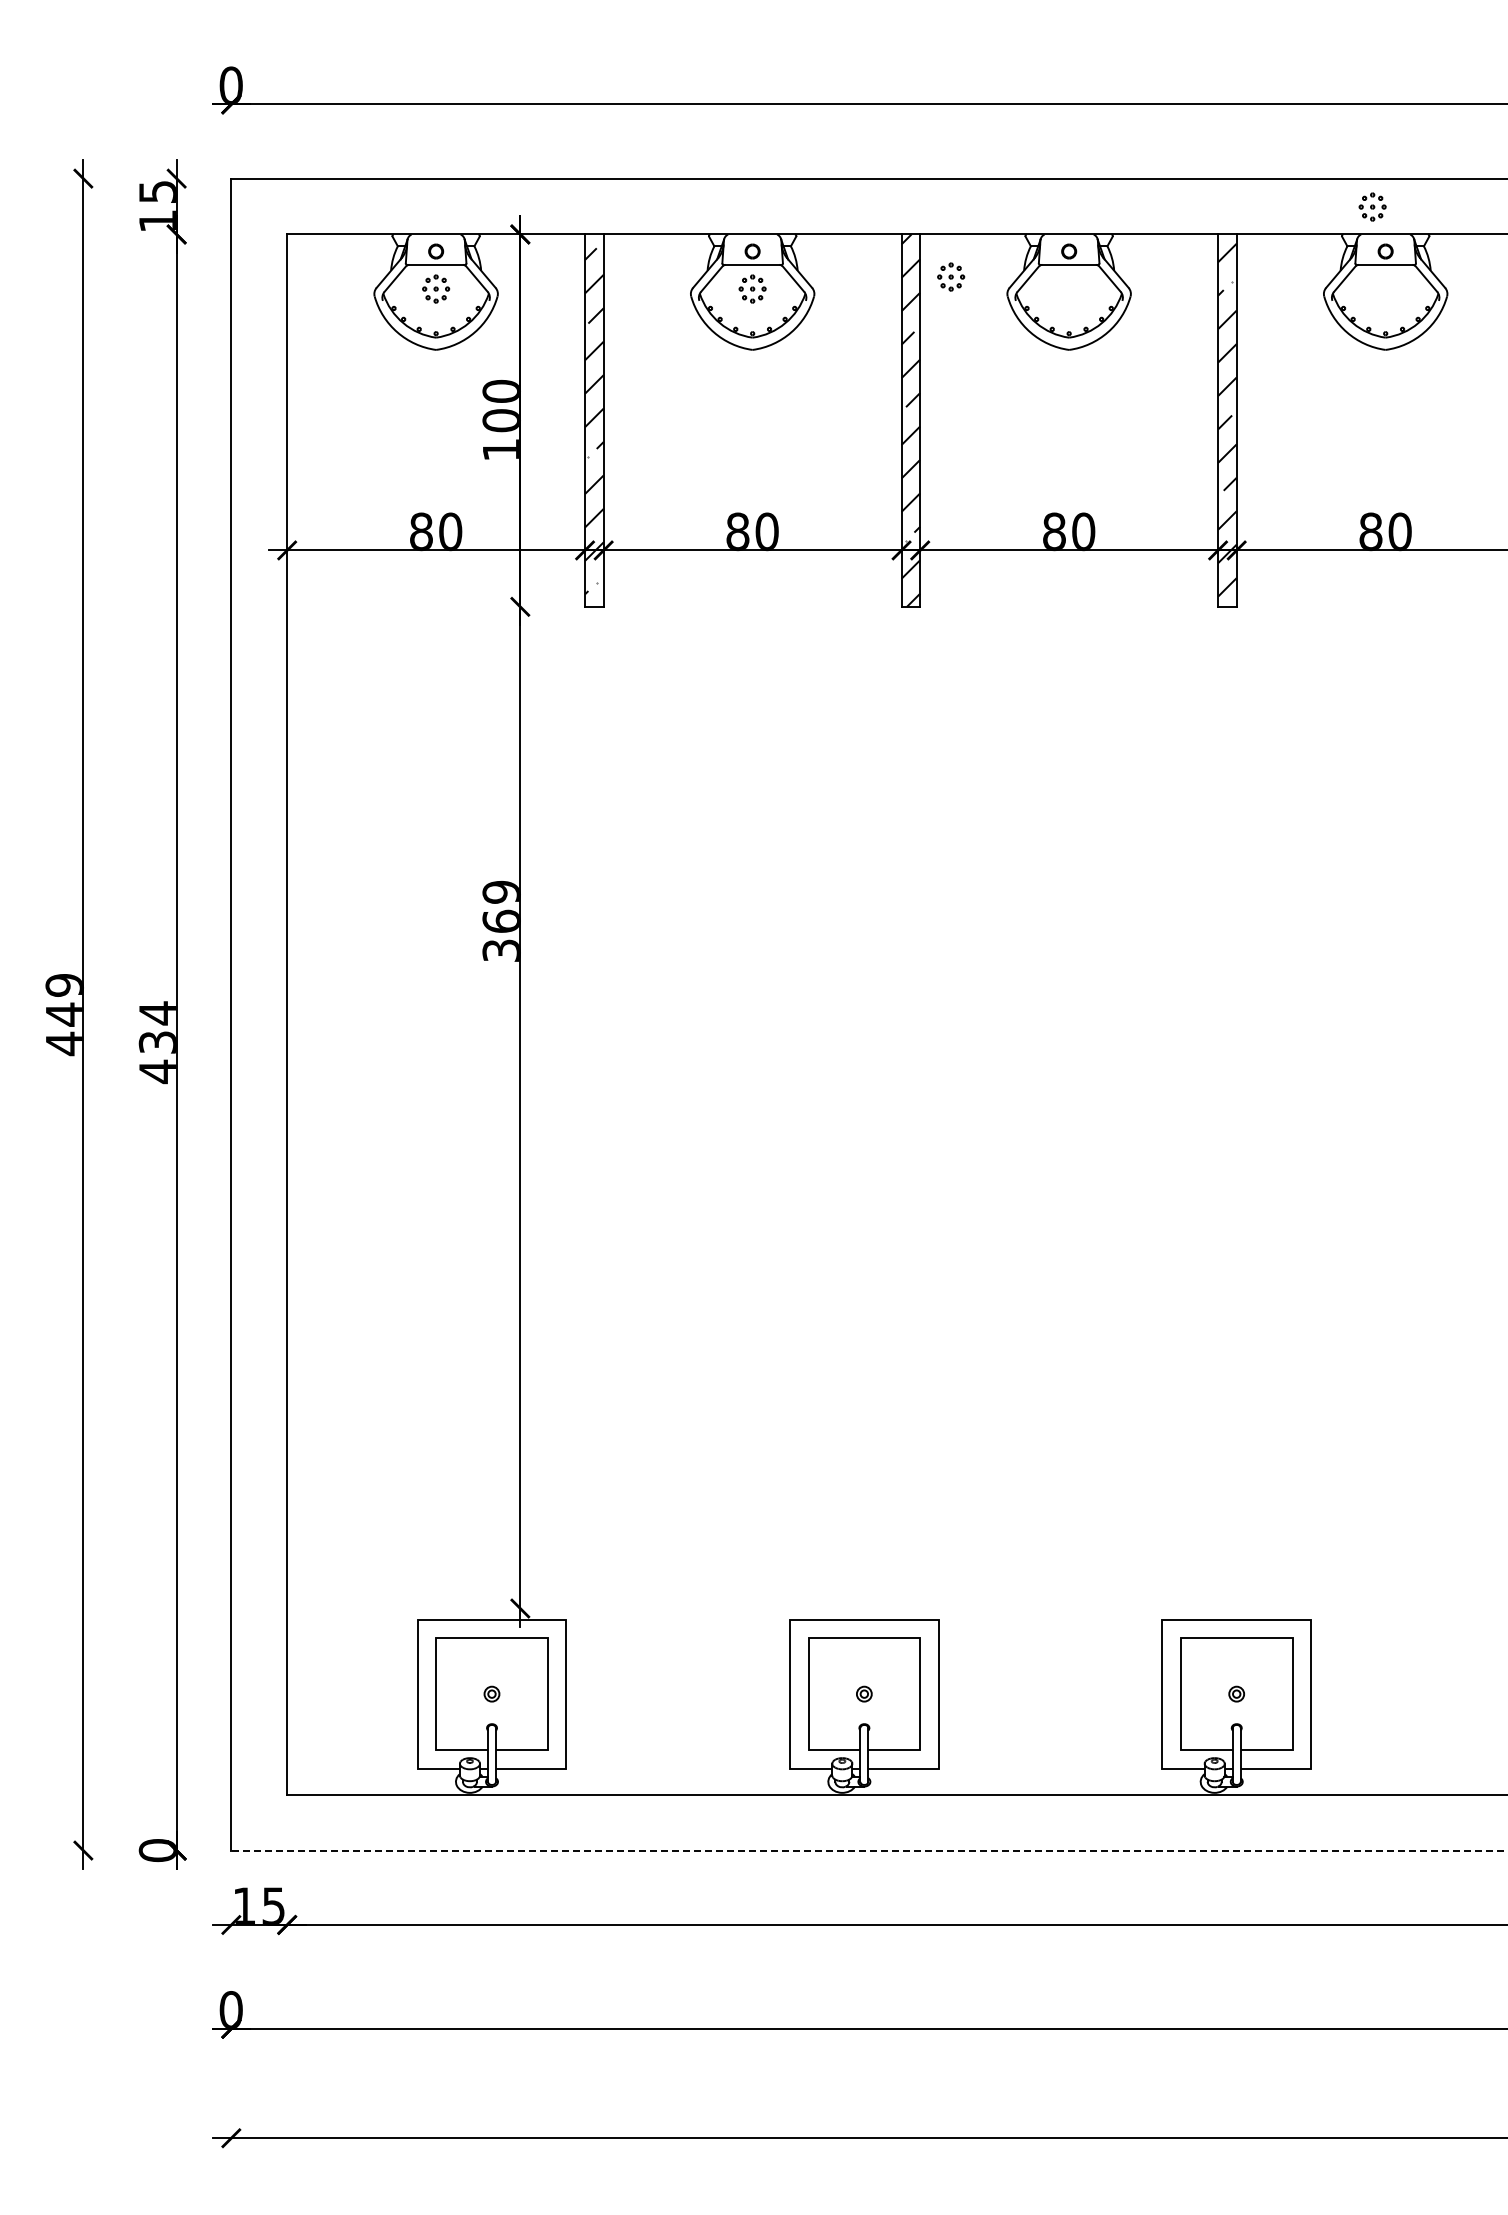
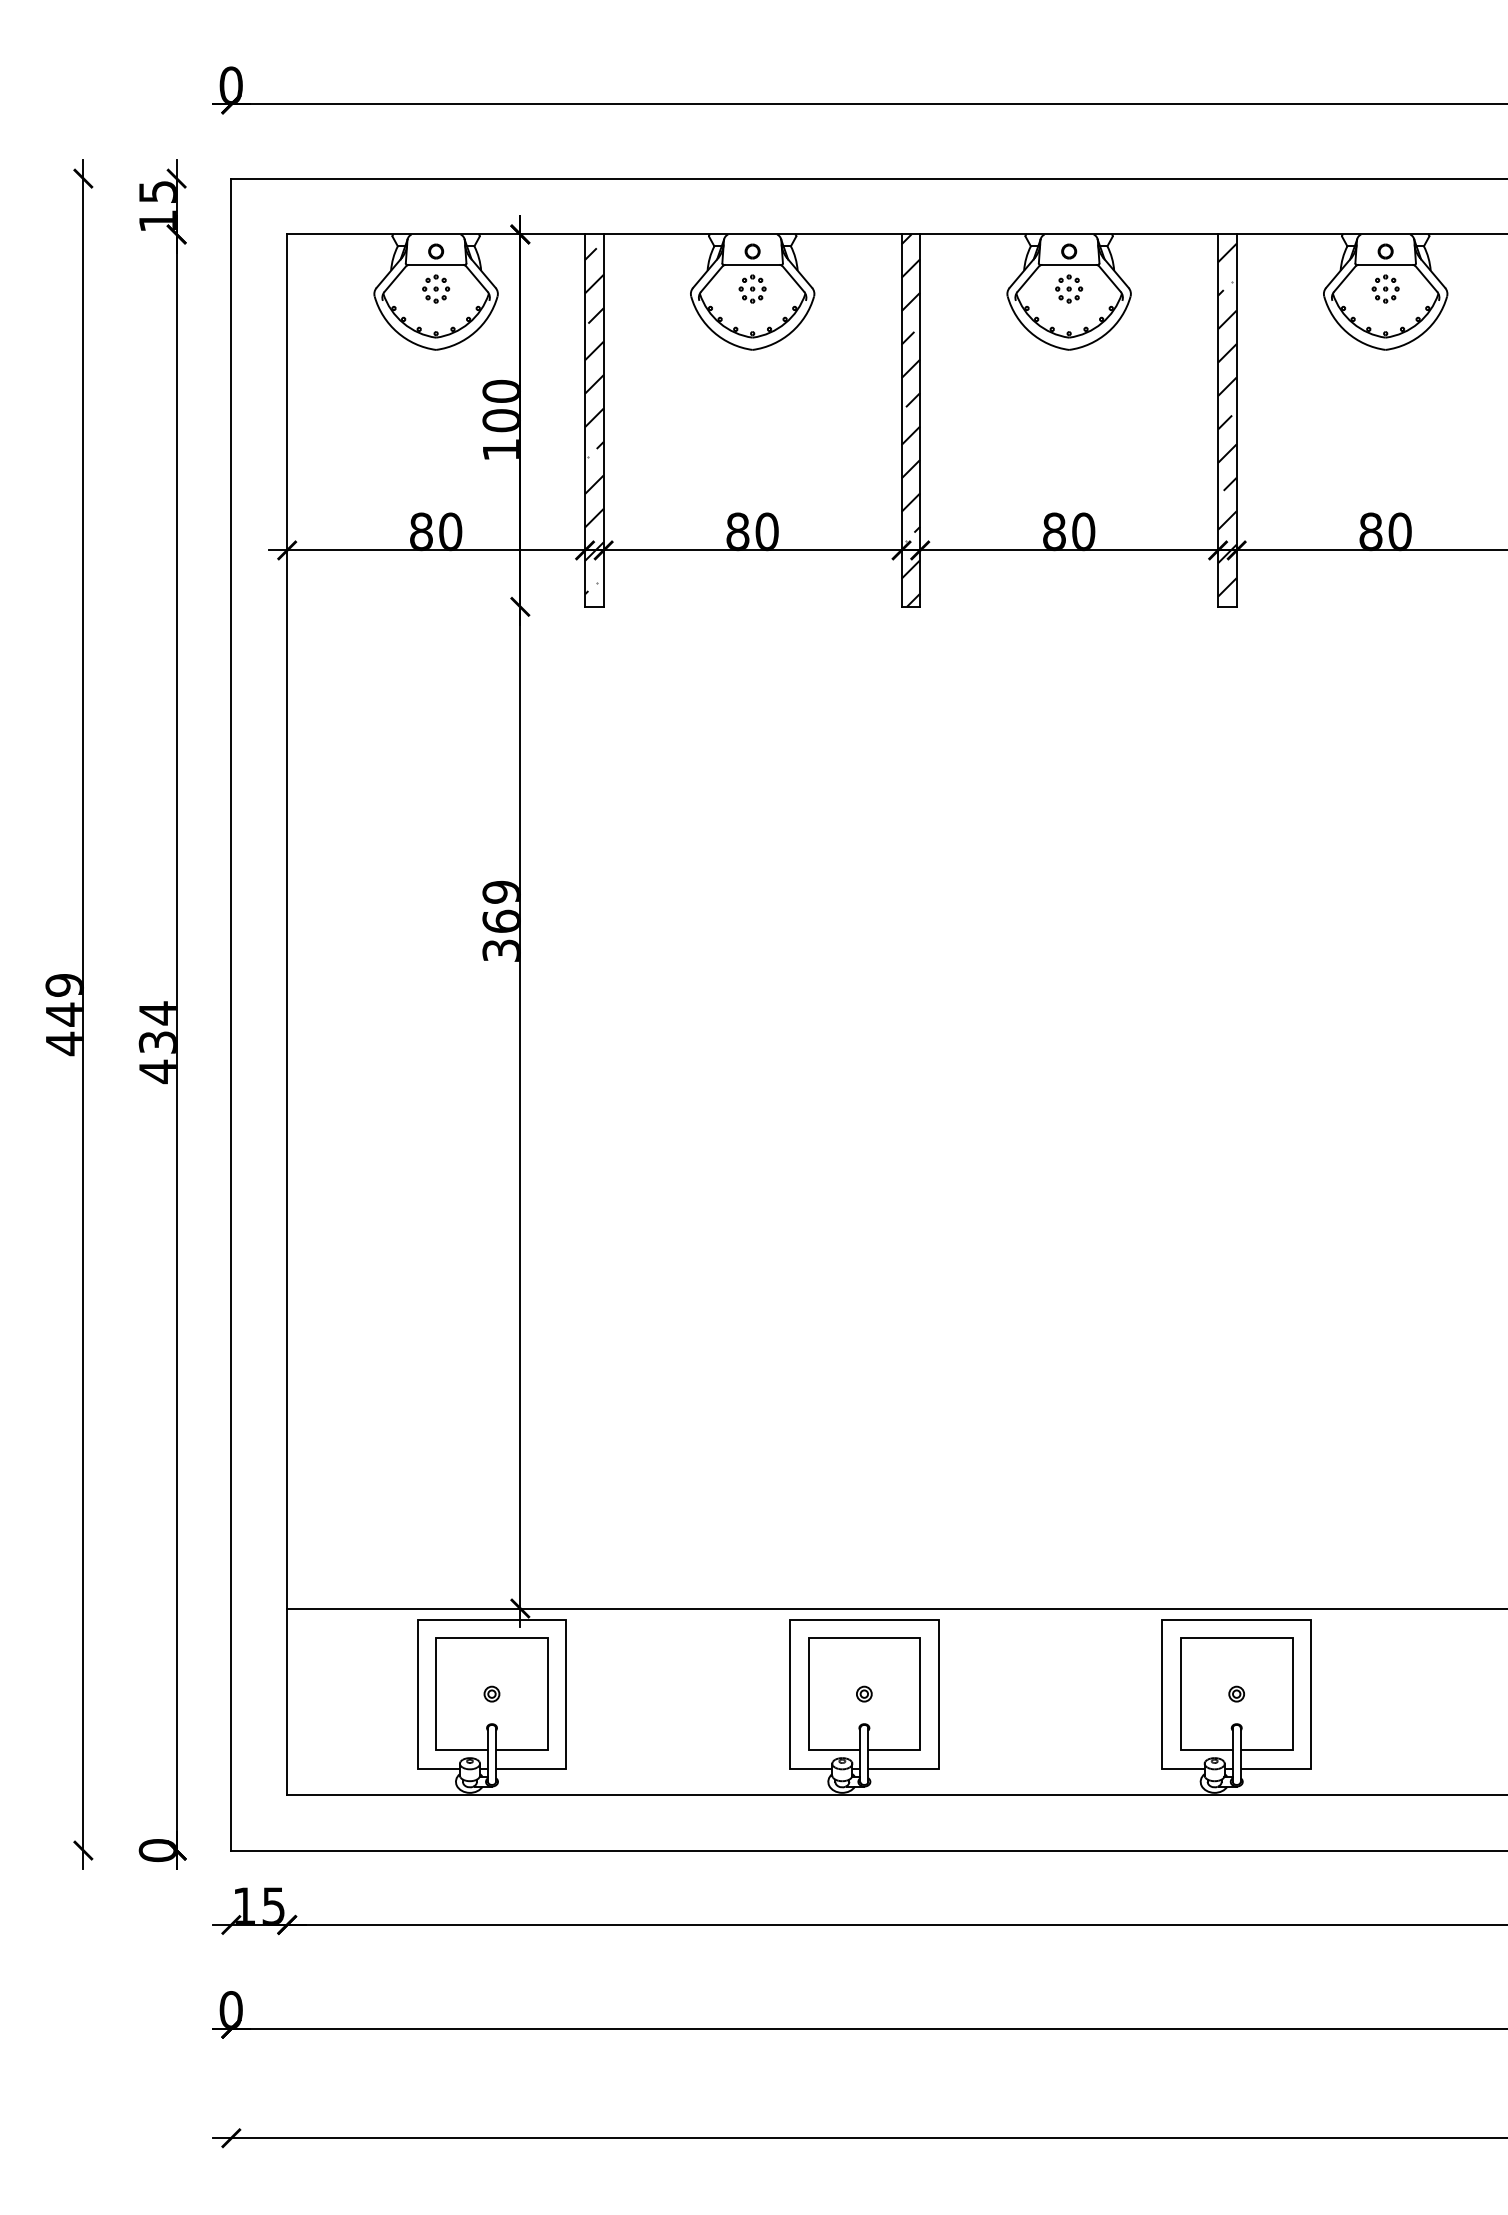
part at (1372, 206) position: (1372, 206) -> (1385, 288)
part at (951, 276) position: (951, 276) -> (1069, 288)
line at (895, 1608): none -> present
line at (869, 1850): dashed -> solid
